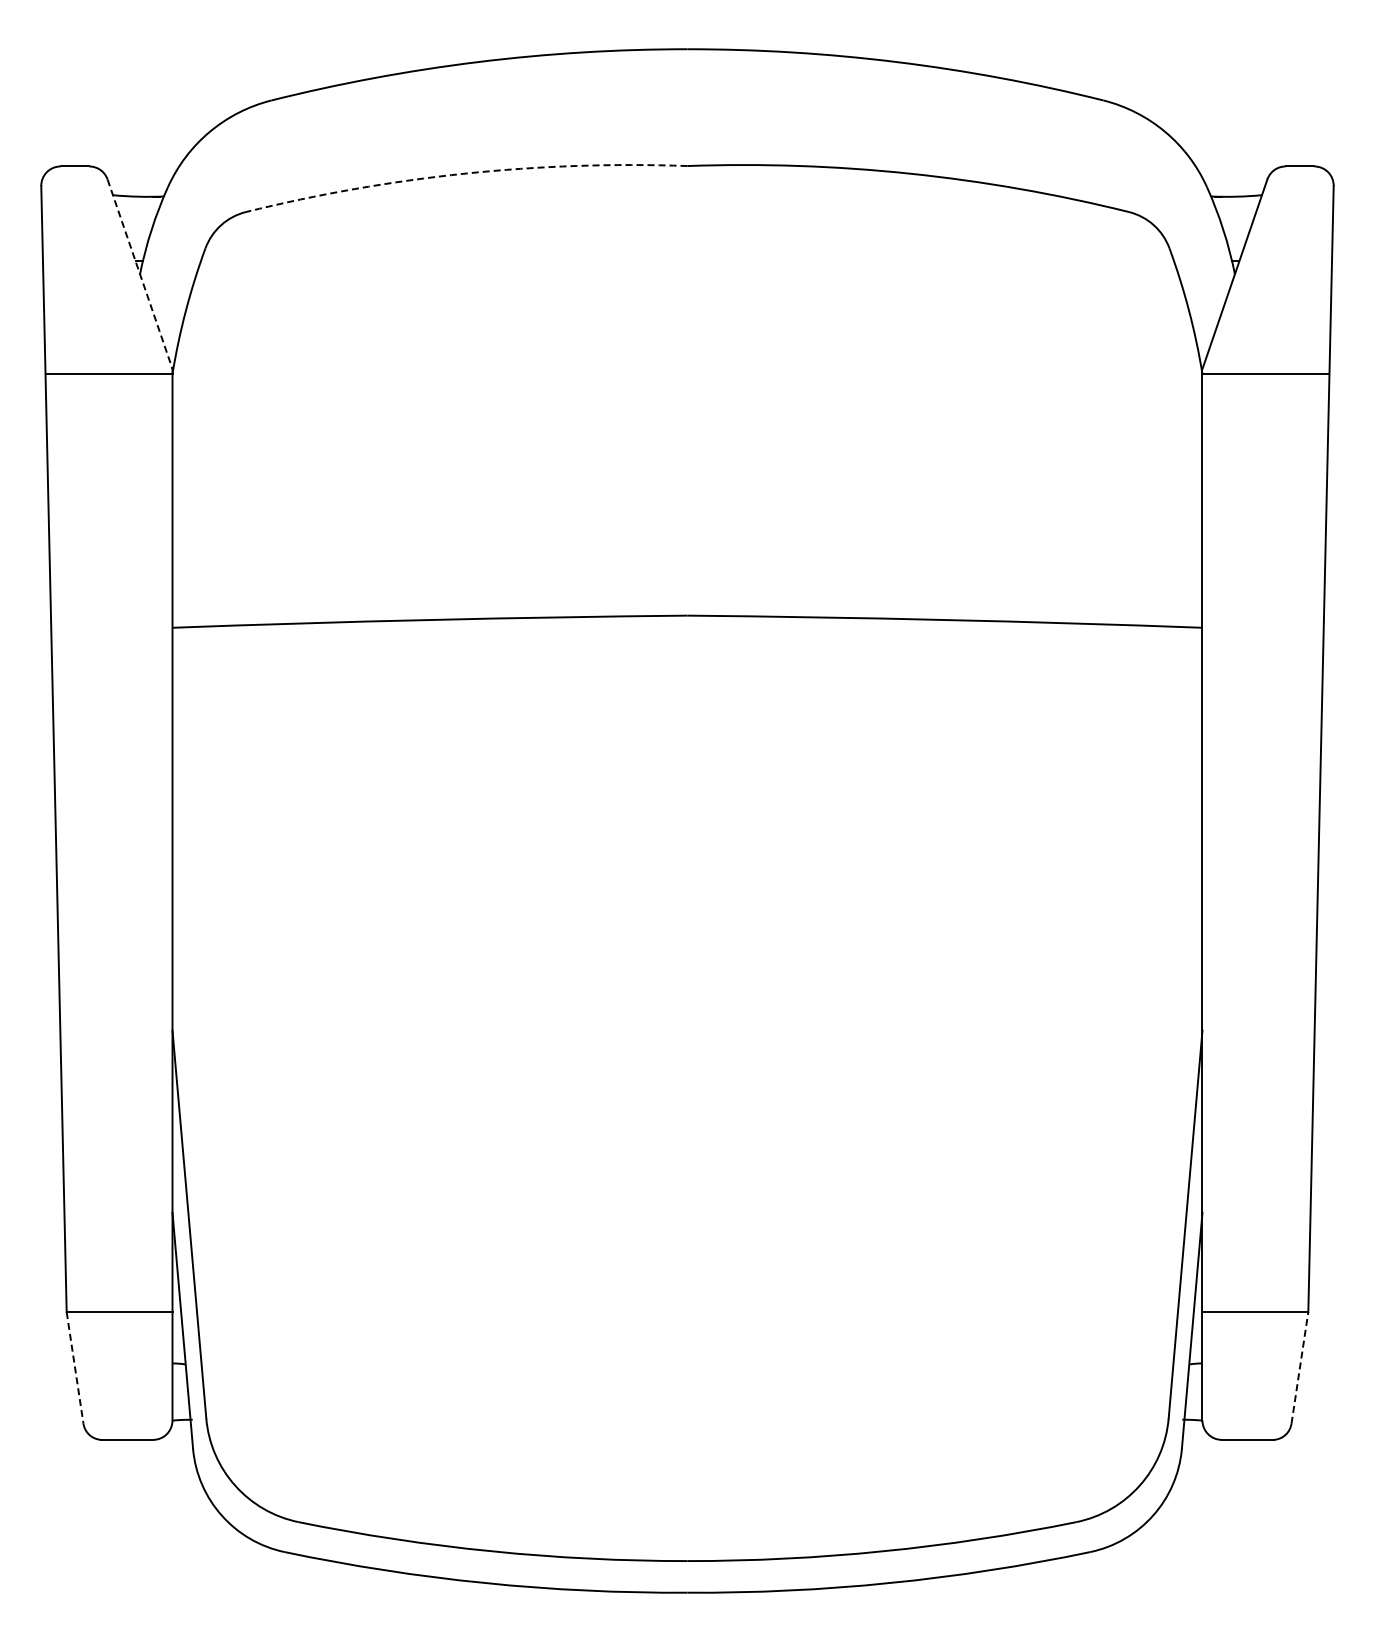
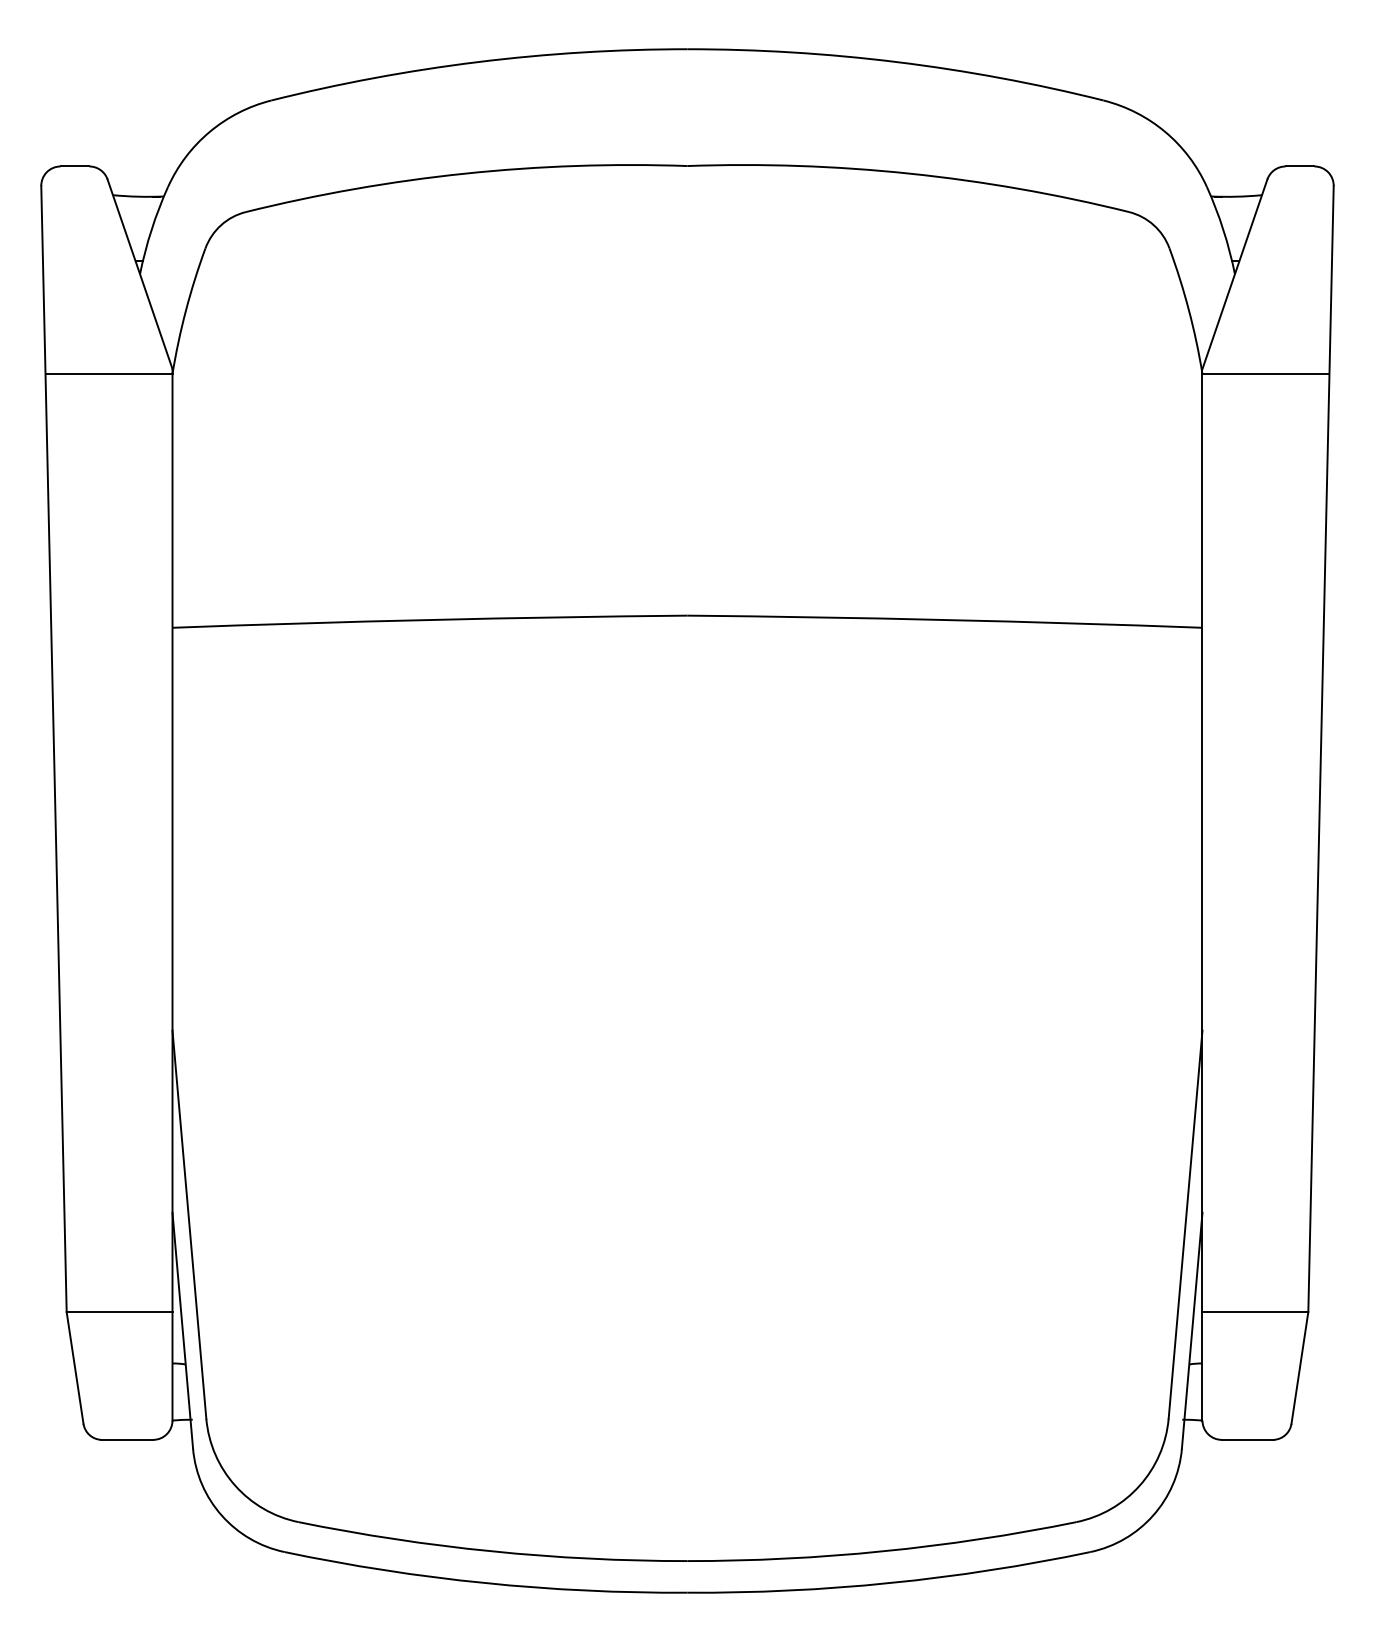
arc at (465, 173): dashed -> solid
line at (140, 274): dashed -> solid
line at (1299, 1367): dashed -> solid
line at (75, 1368): dashed -> solid
